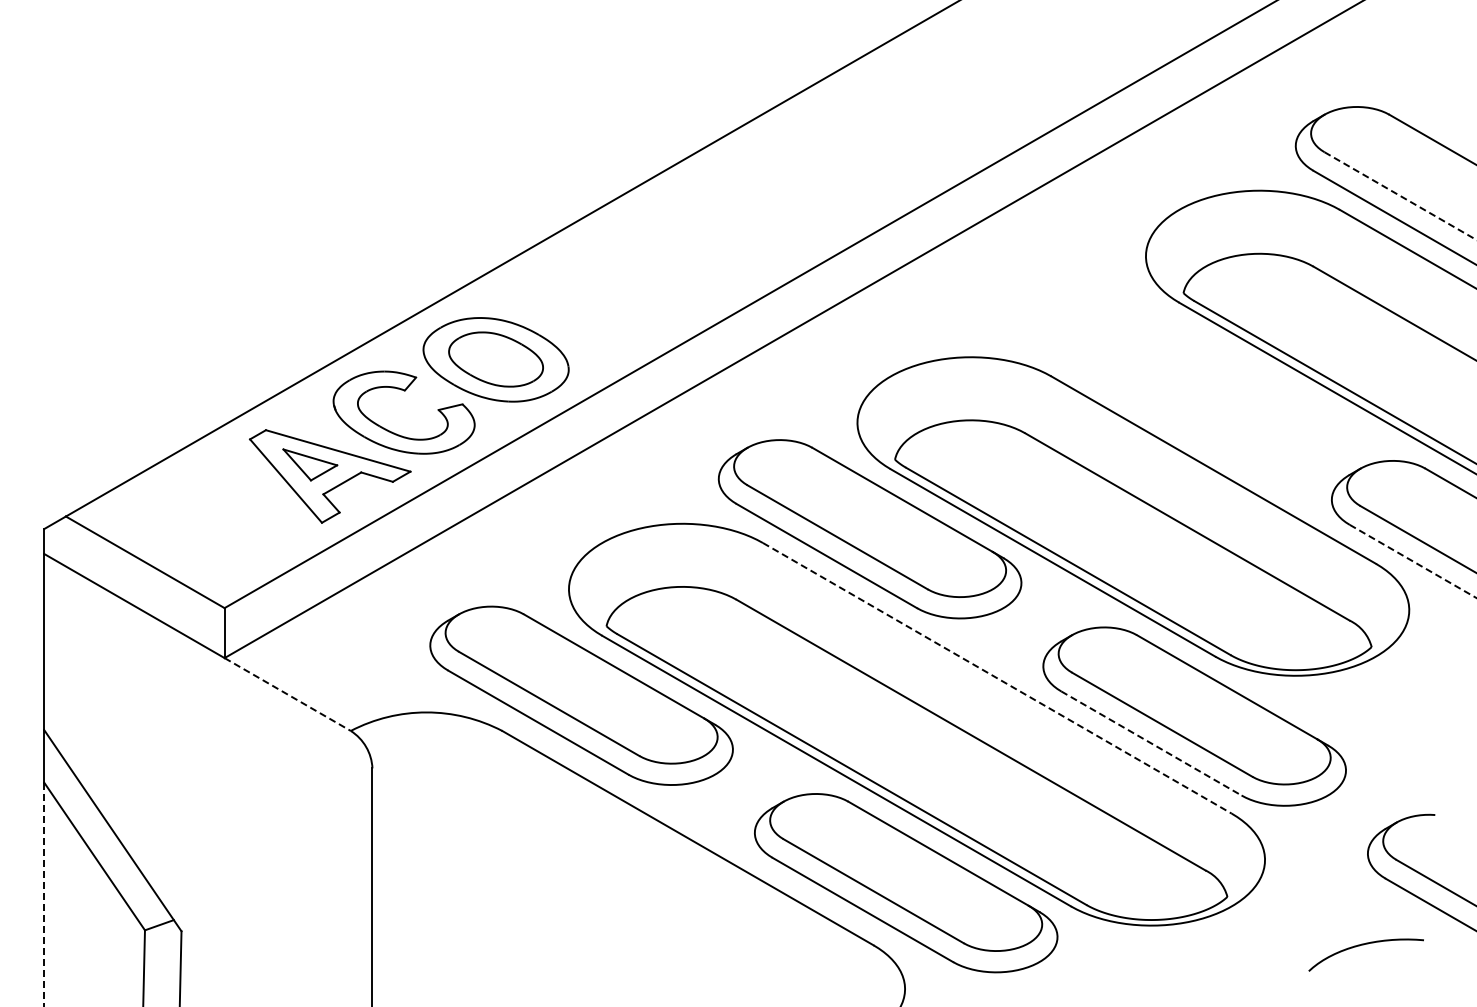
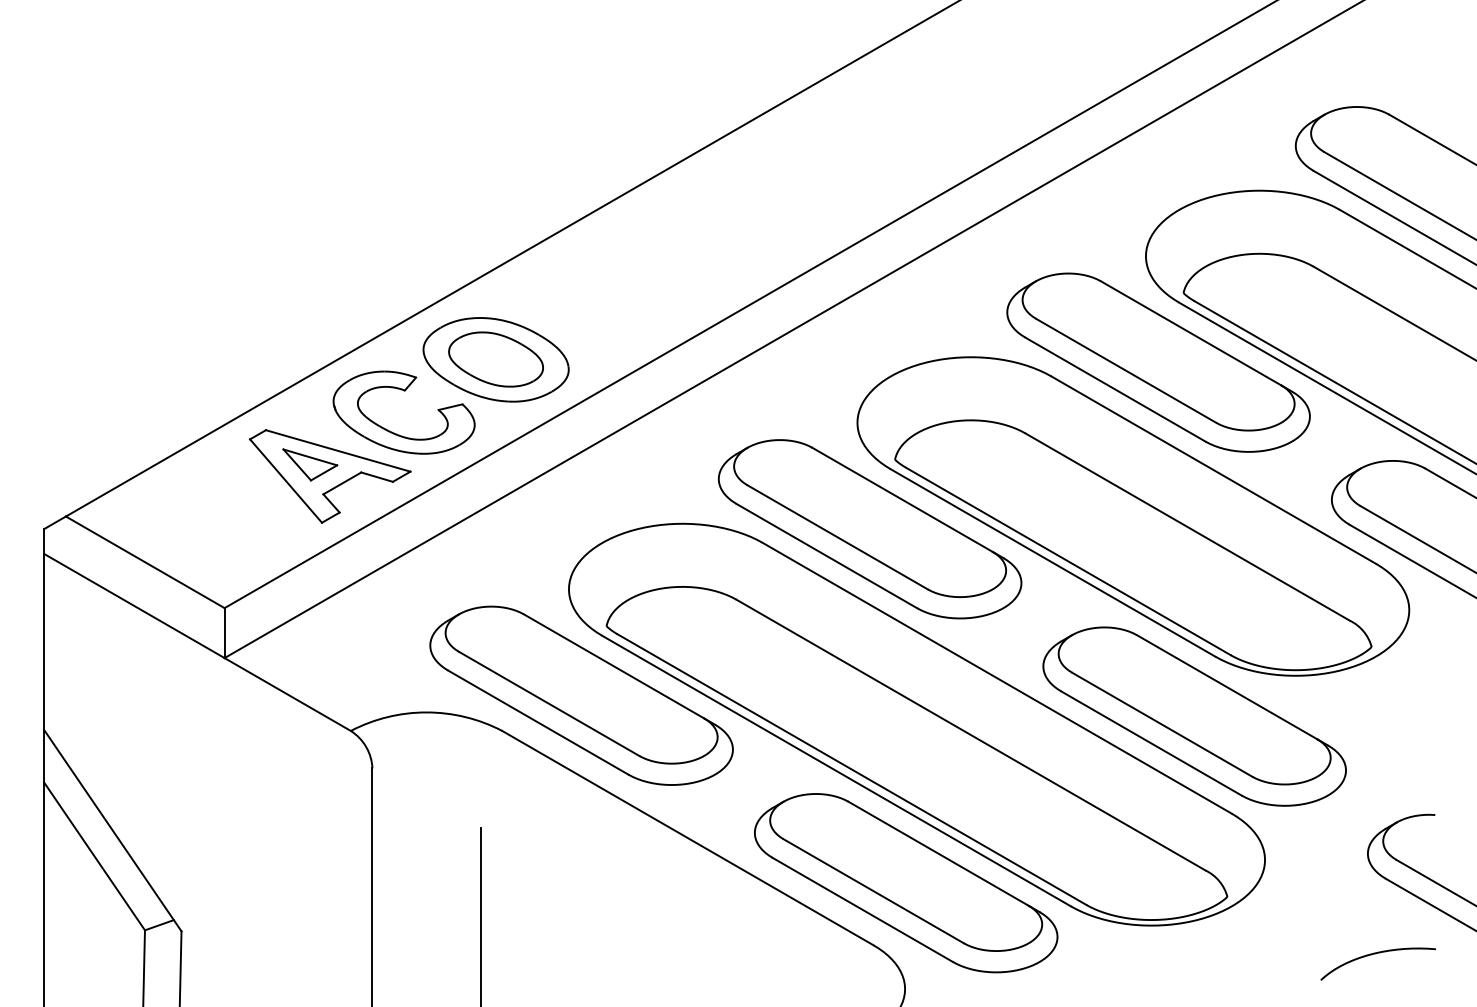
line at (1400, 196): dashed -> solid
part at (1158, 362): none -> present
line at (1413, 561): dashed -> solid
line at (997, 678): dashed -> solid
line at (287, 694): dashed -> solid
line at (1151, 743): dashed -> solid
line at (44, 894): dashed -> solid
line at (480, 915): none -> present
curve at (1363, 945) position: (1363, 945) -> (1375, 954)
